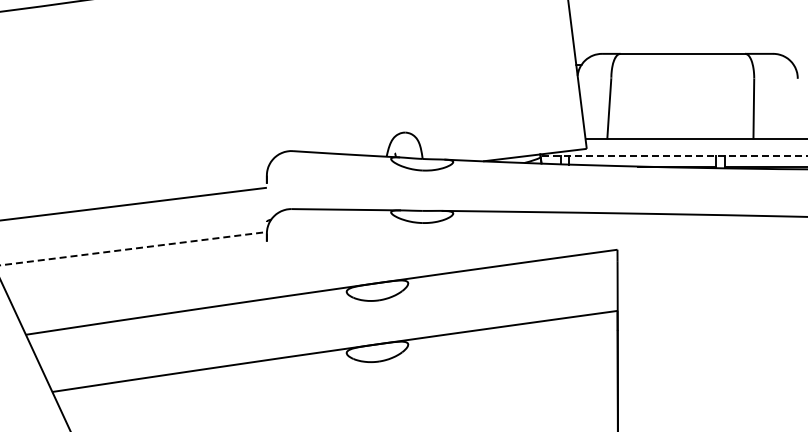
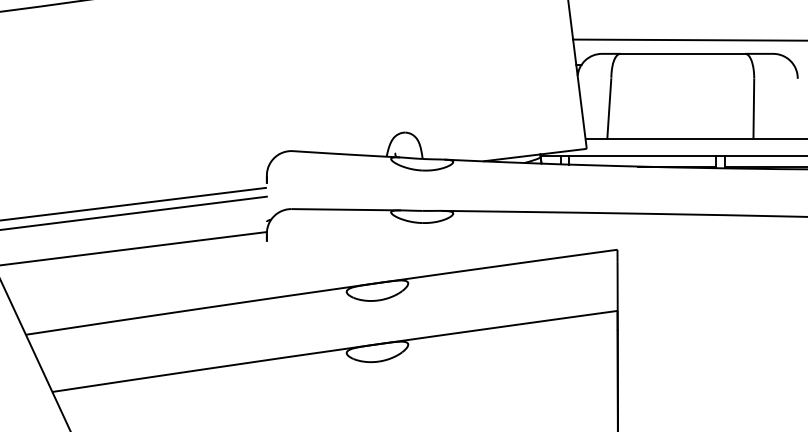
line at (688, 39): none -> present
line at (673, 156): dashed -> solid
line at (134, 212): none -> present
line at (133, 248): dashed -> solid
